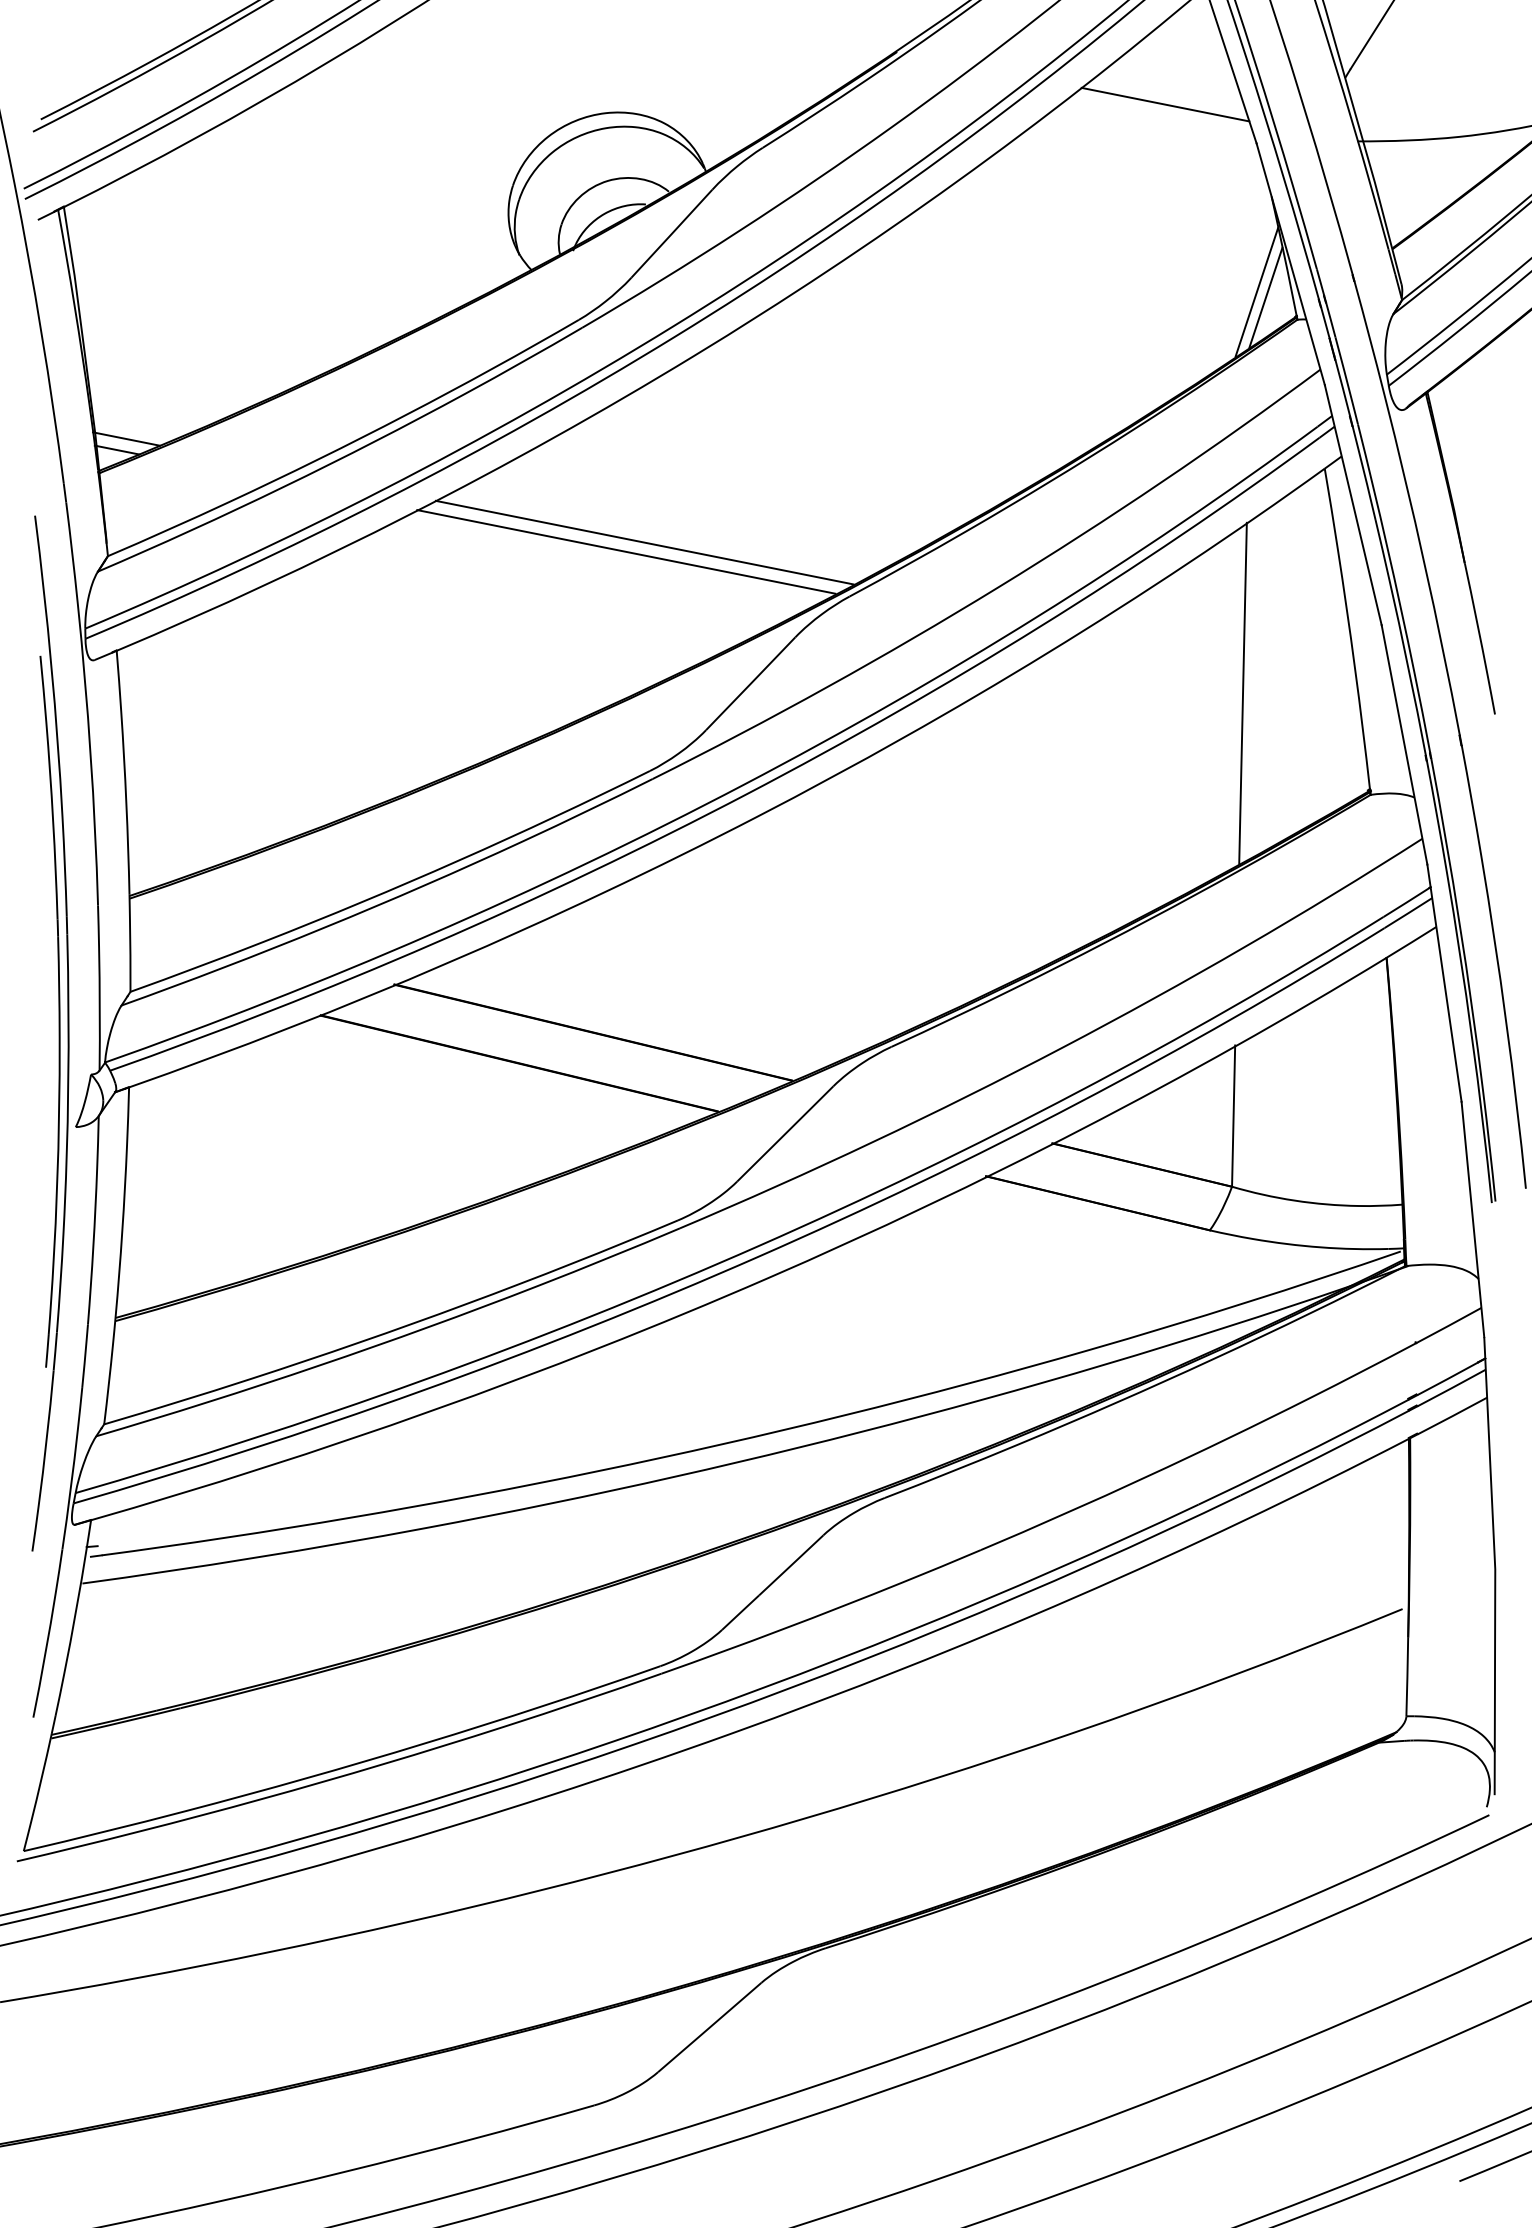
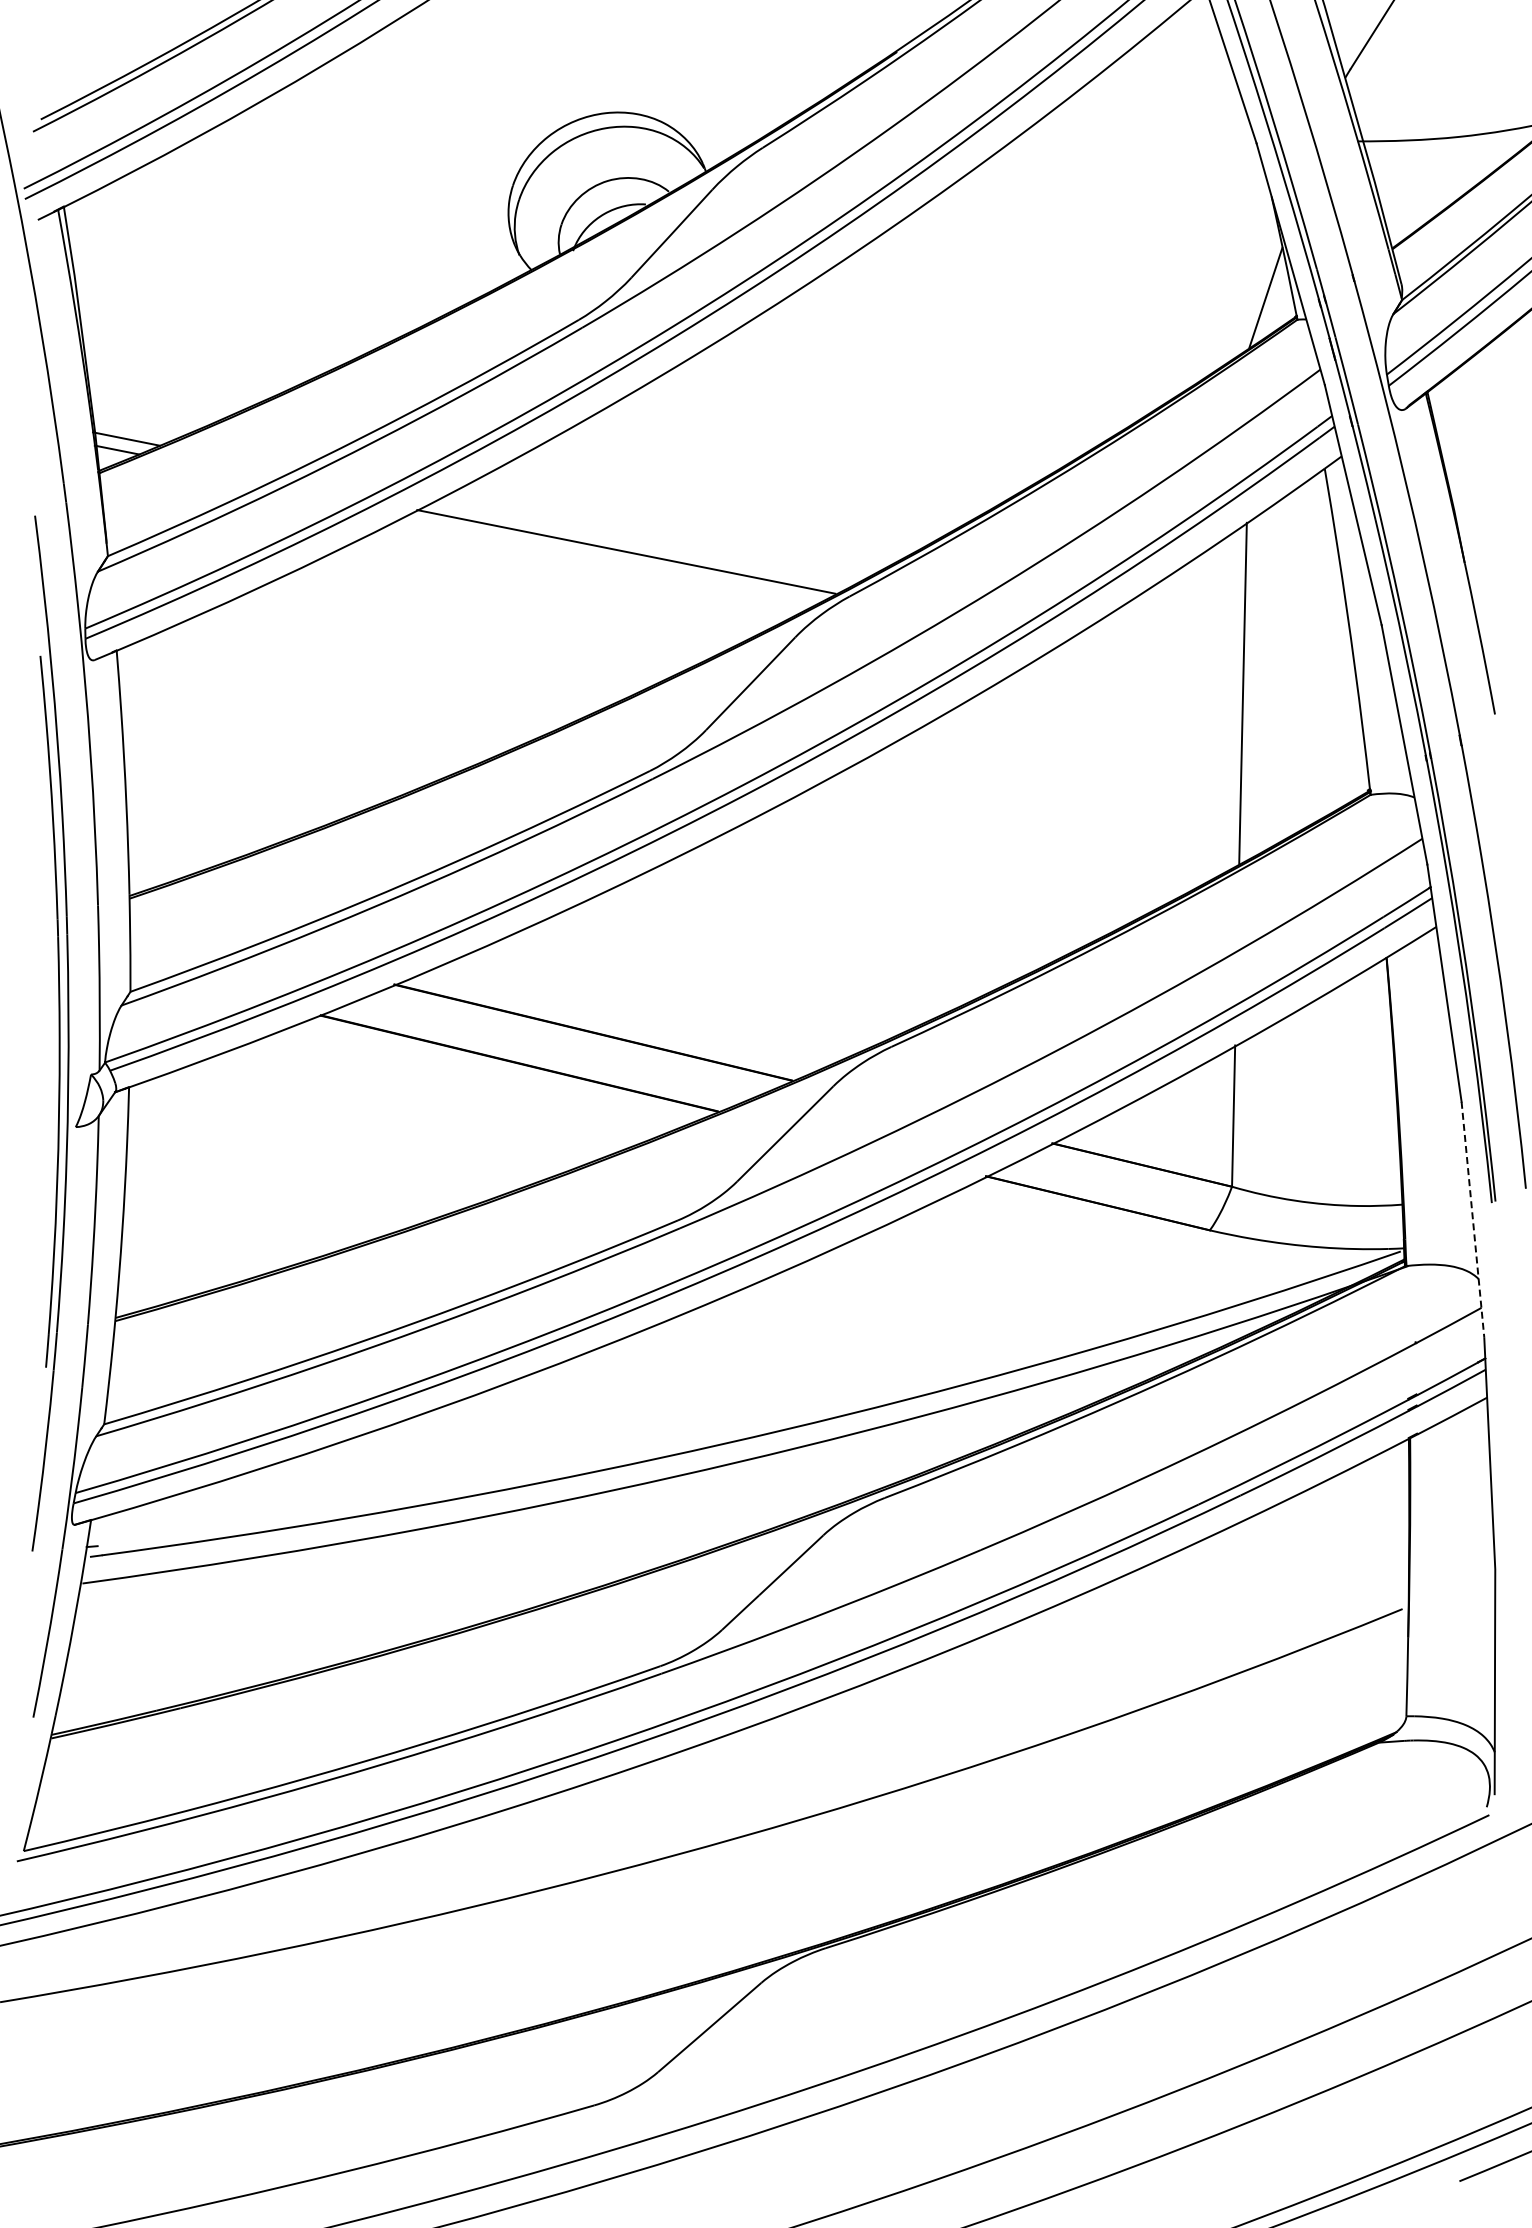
line at (1165, 104): present -> none
line at (1256, 291): present -> none
line at (644, 542): present -> none
line at (1472, 1219): solid -> dashed
